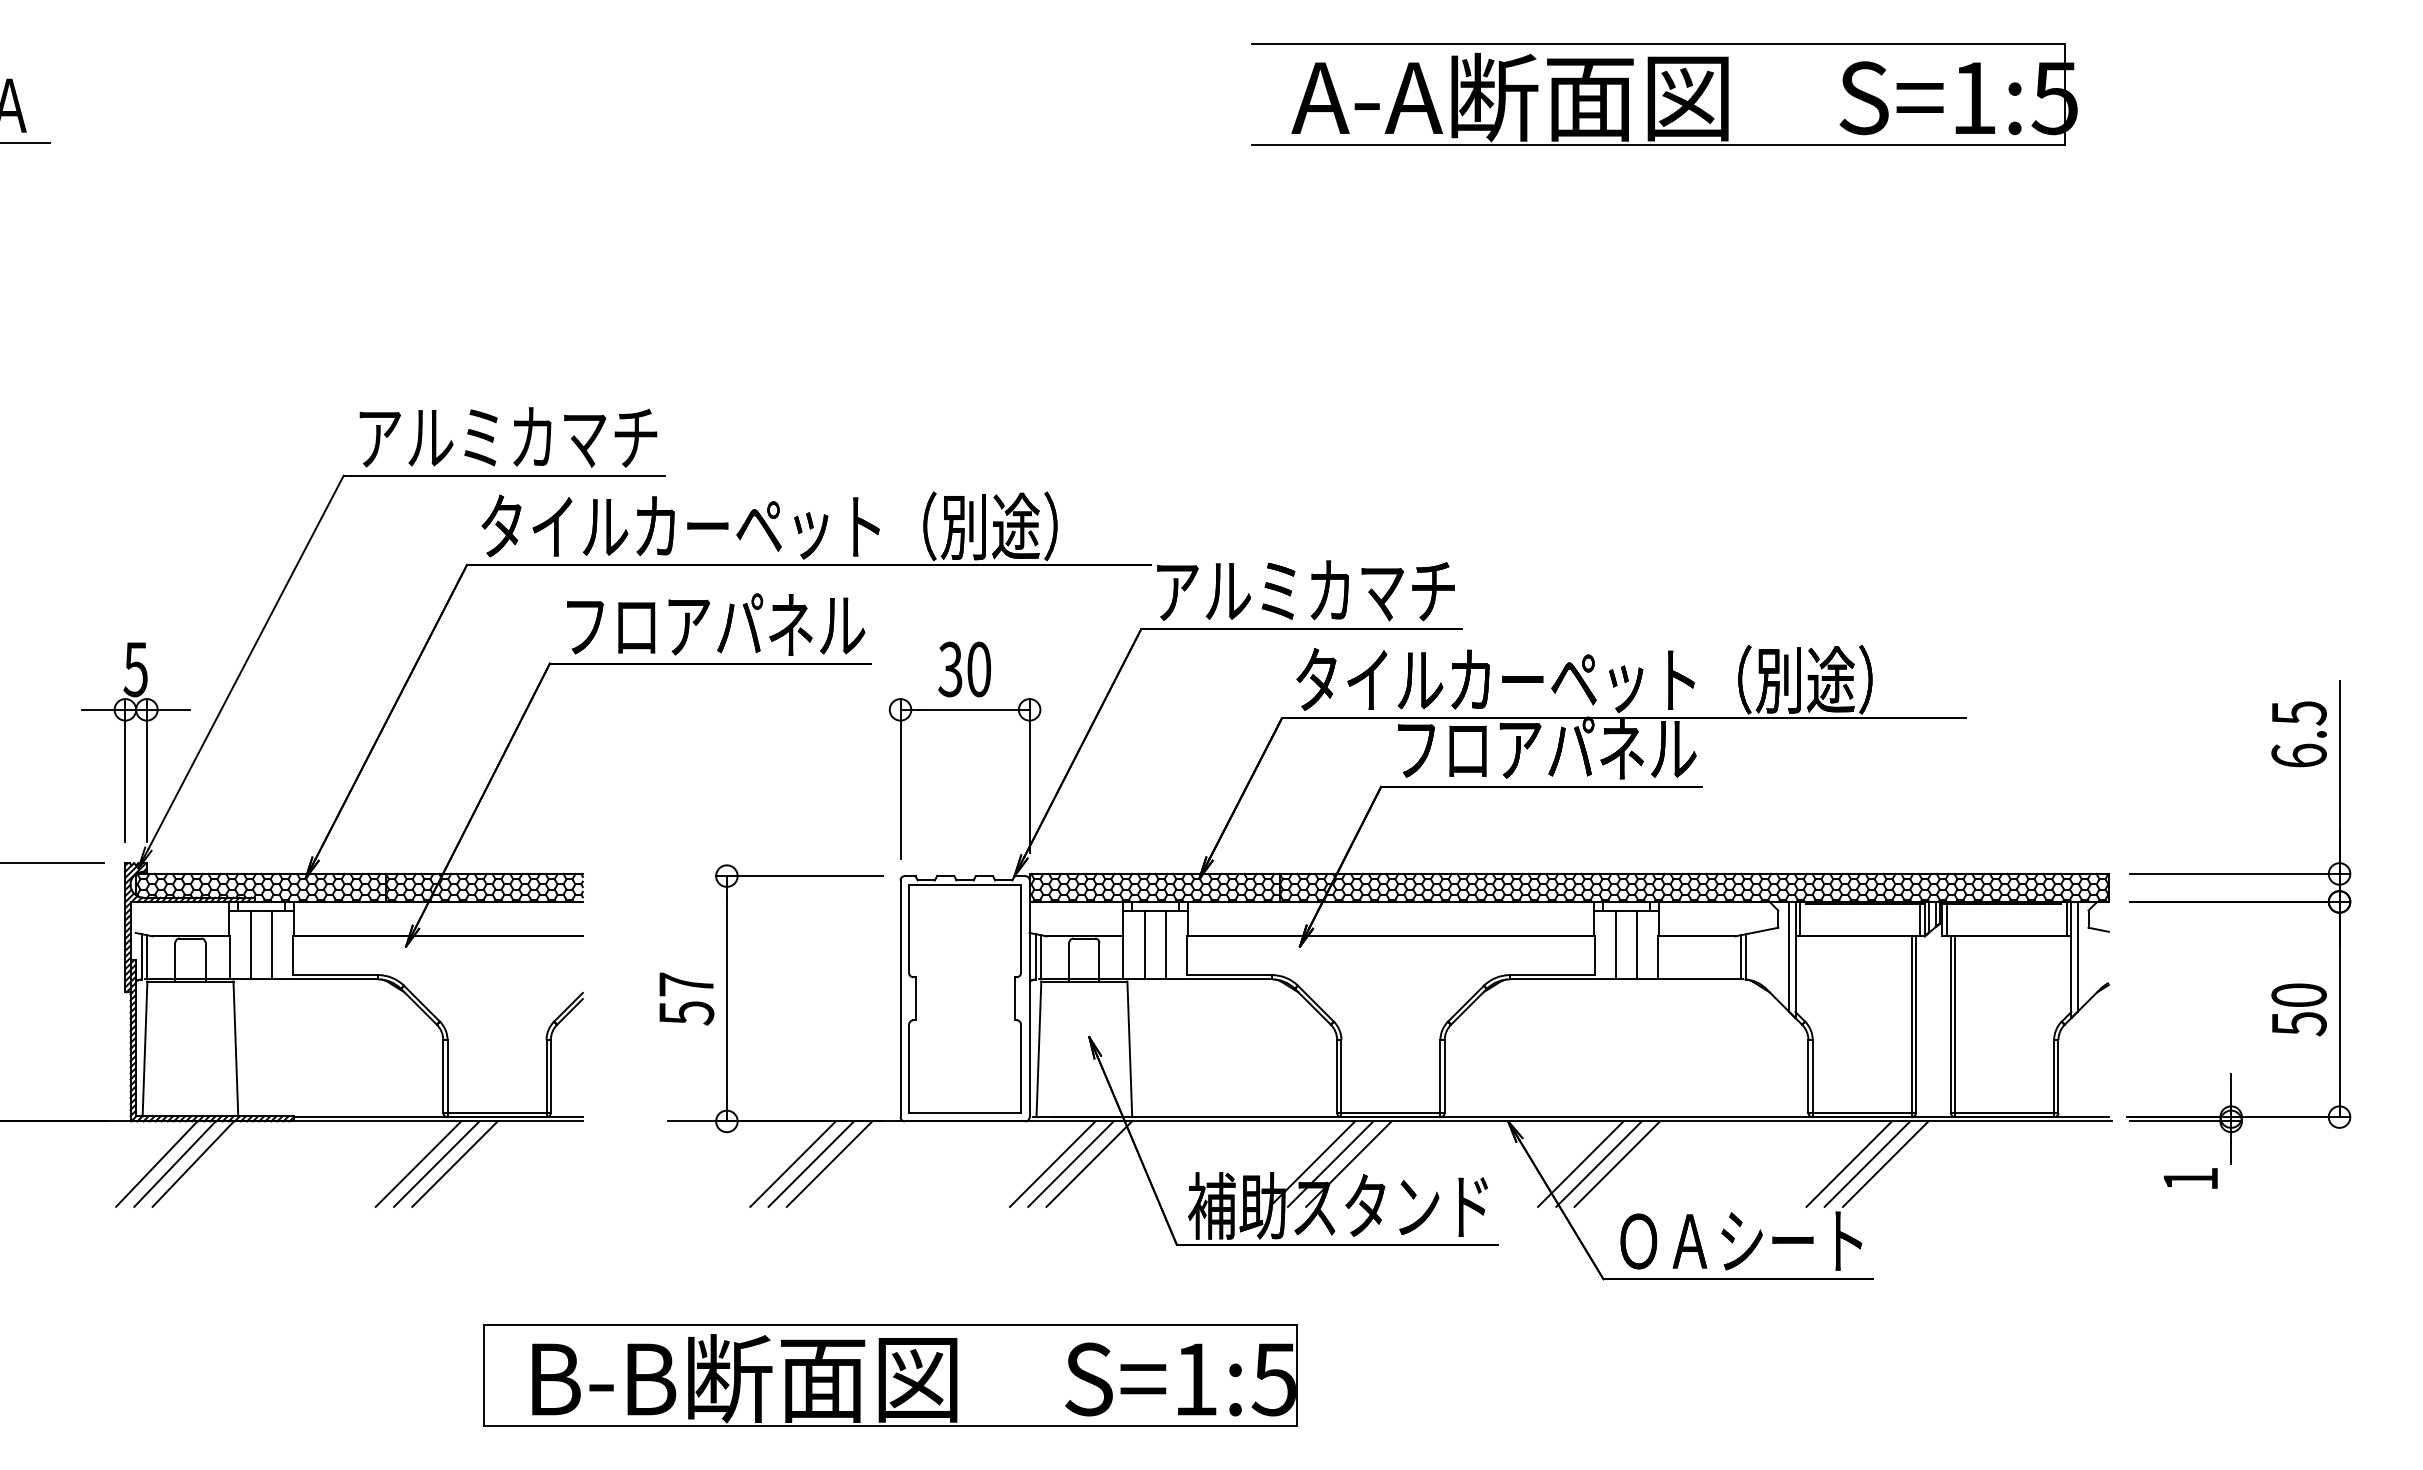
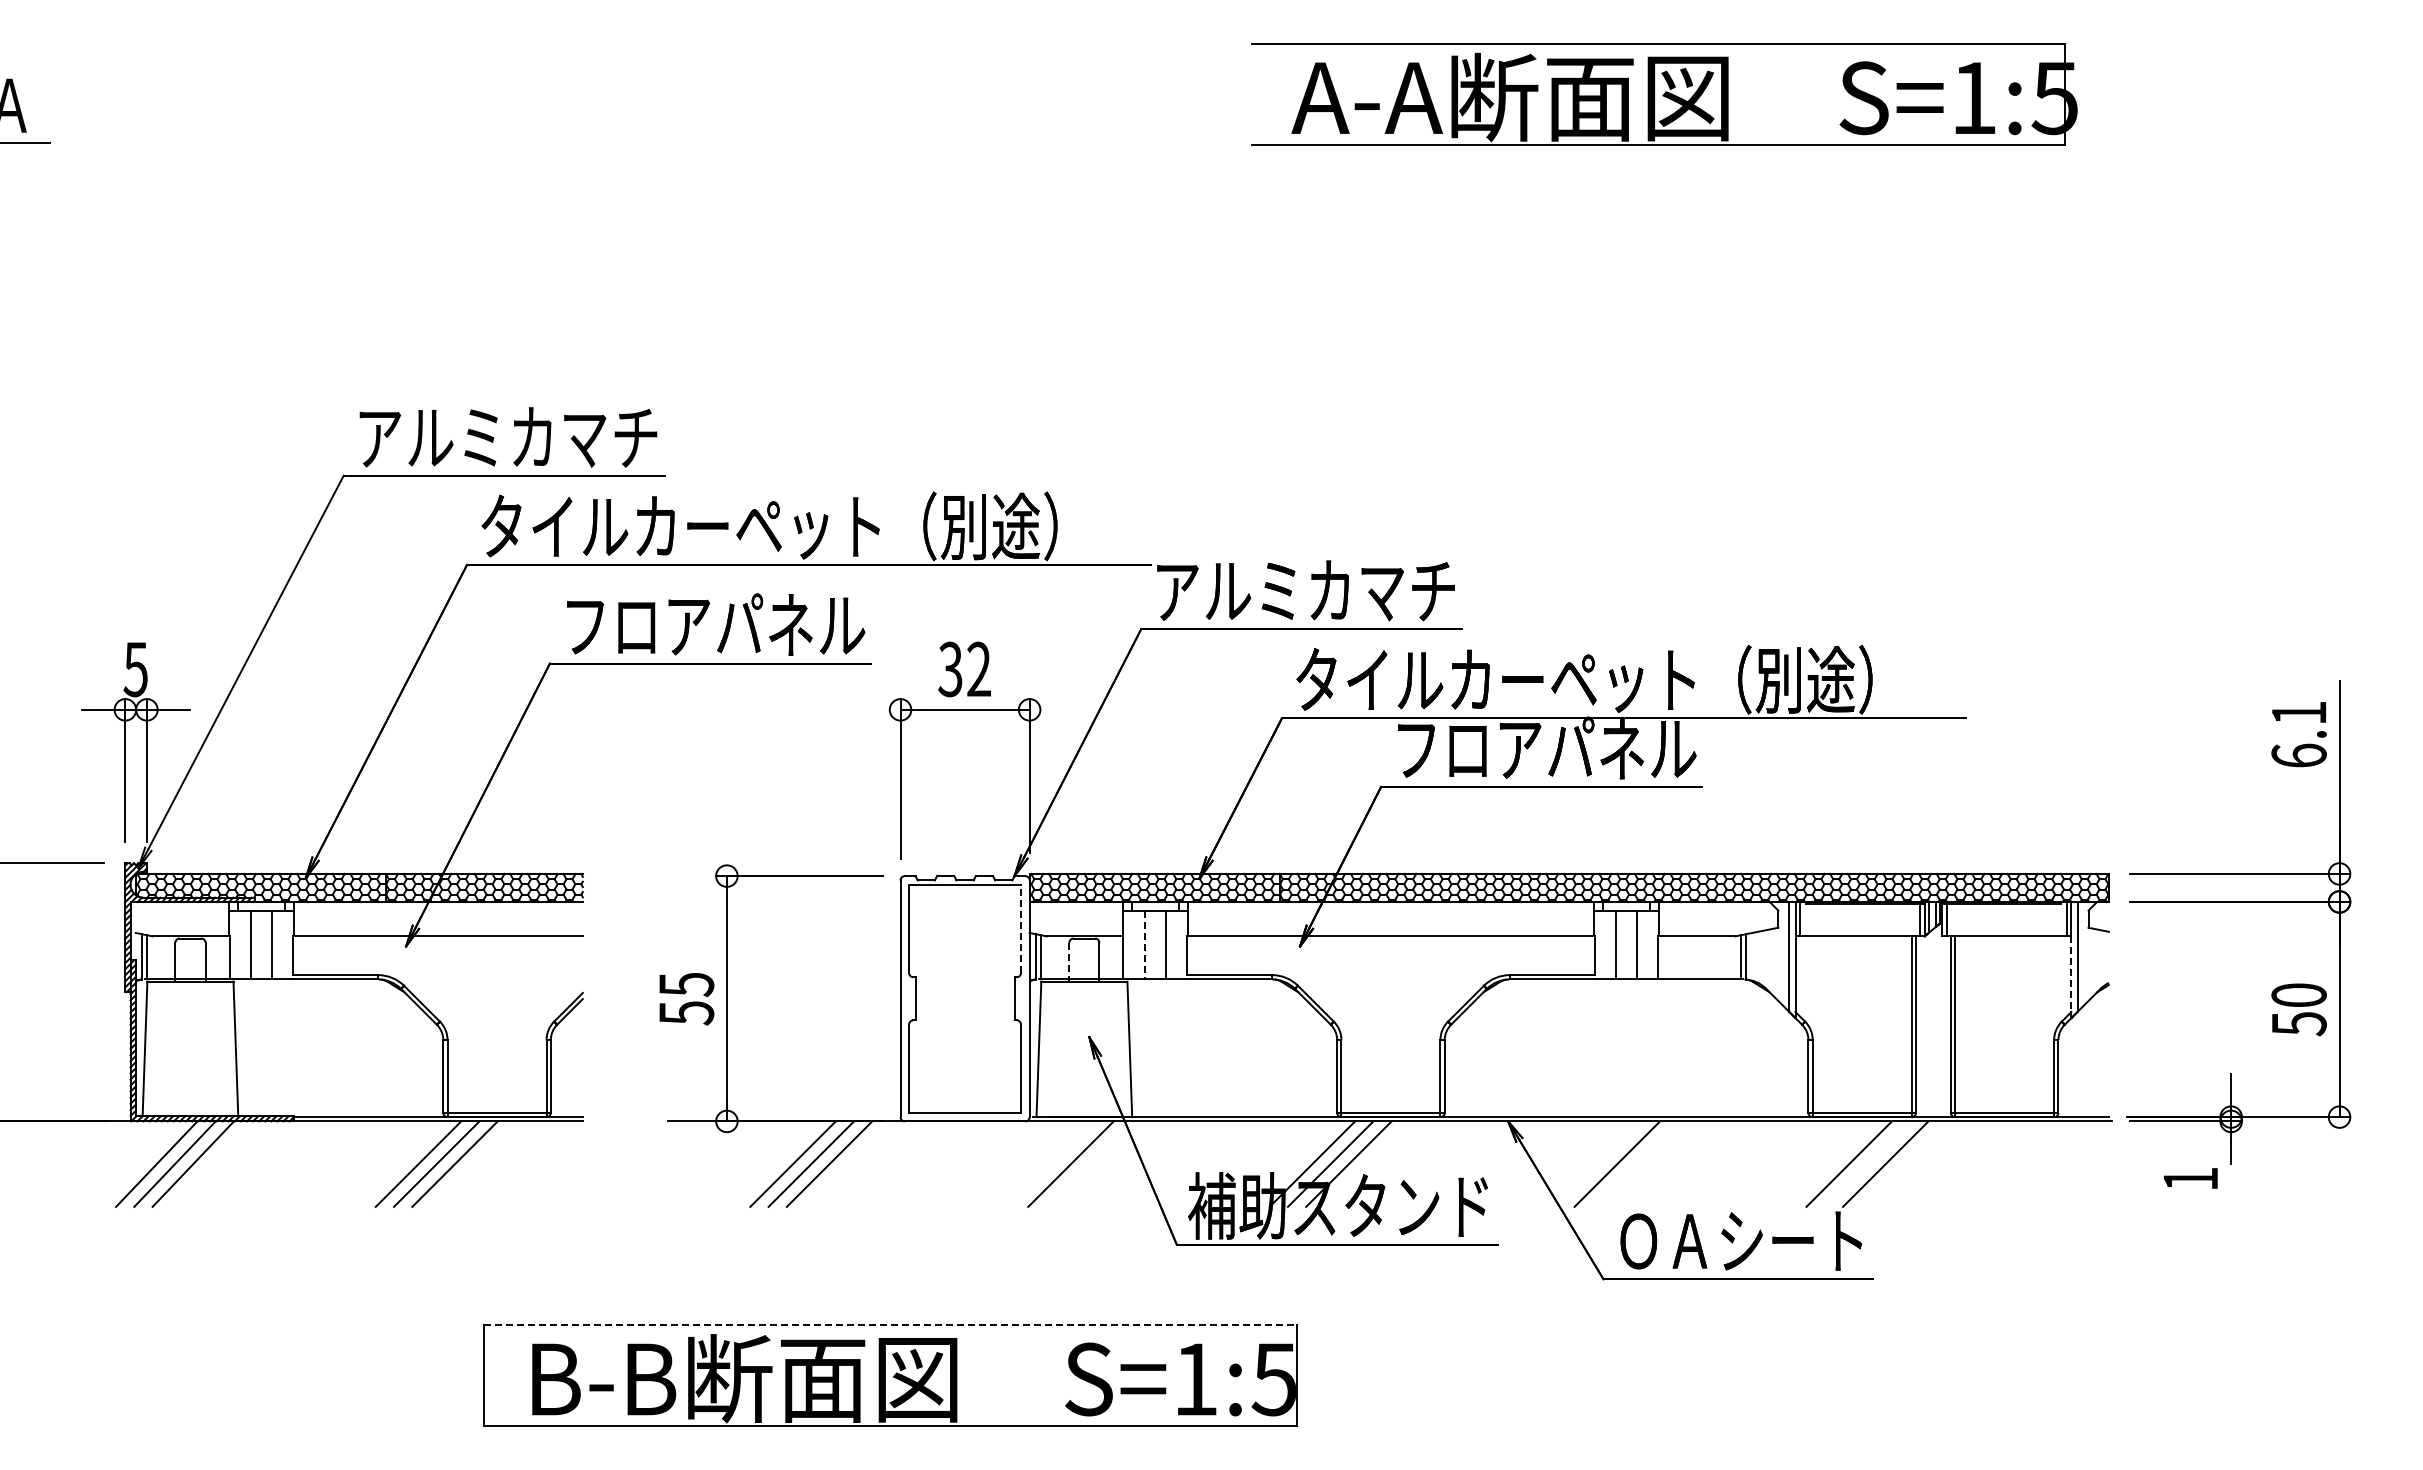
text at (979, 669): 30 -> 32
text at (2299, 713): 6.5 -> 6.1
line at (1021, 928): solid -> dashed
line at (1144, 945): solid -> dashed
line at (1069, 962): solid -> dashed
line at (2071, 974): solid -> dashed
text at (686, 984): 57 -> 55
line at (1052, 1163): present -> none
line at (1088, 1163): present -> none
line at (1580, 1163): present -> none
line at (1598, 1163): present -> none
line at (1867, 1163): present -> none
line at (891, 1325): solid -> dashed
